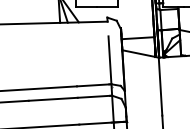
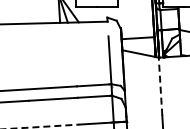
line at (160, 86): solid -> dashed
line at (43, 126): solid -> dashed
